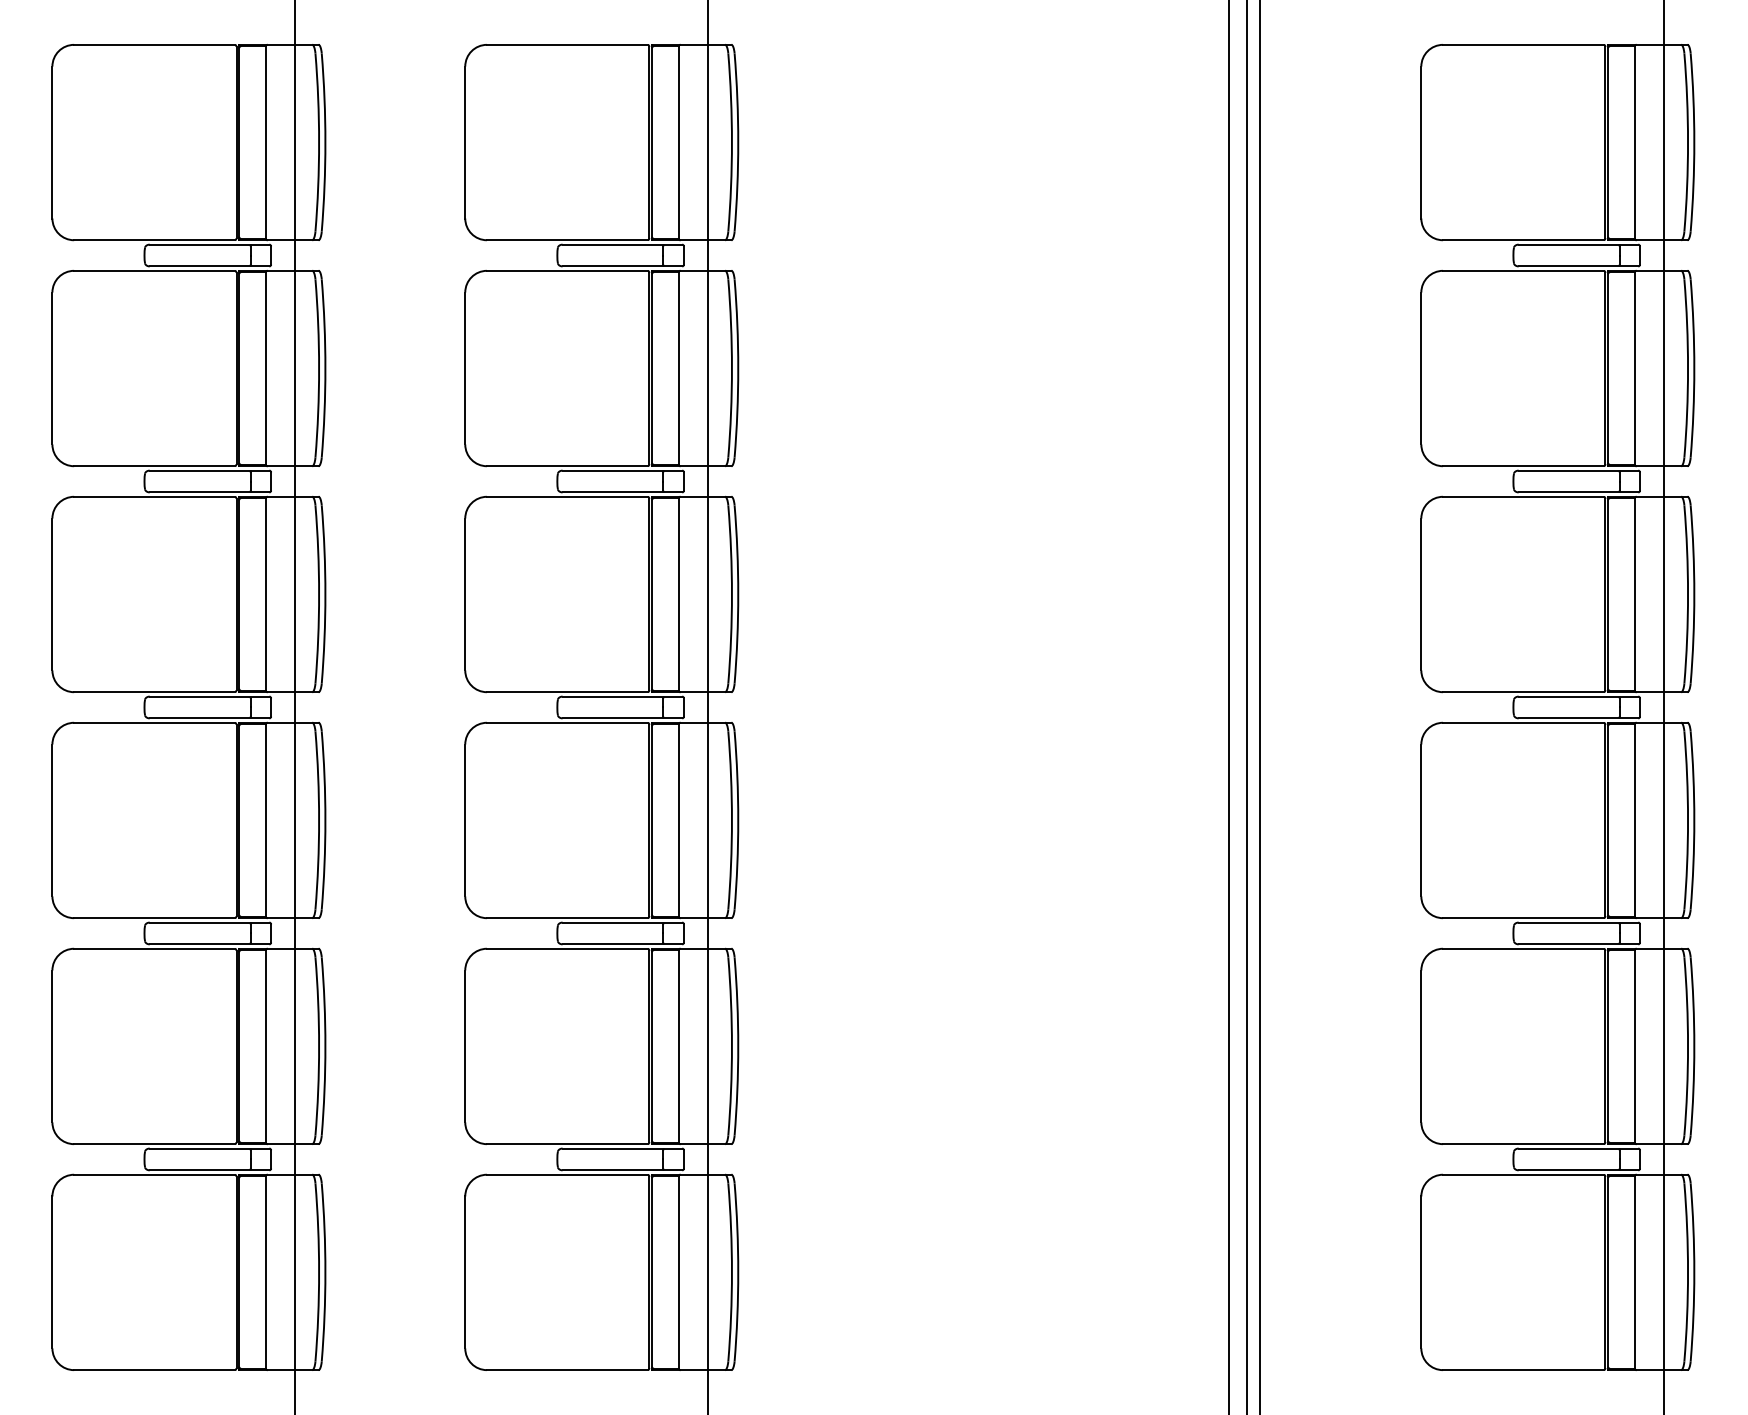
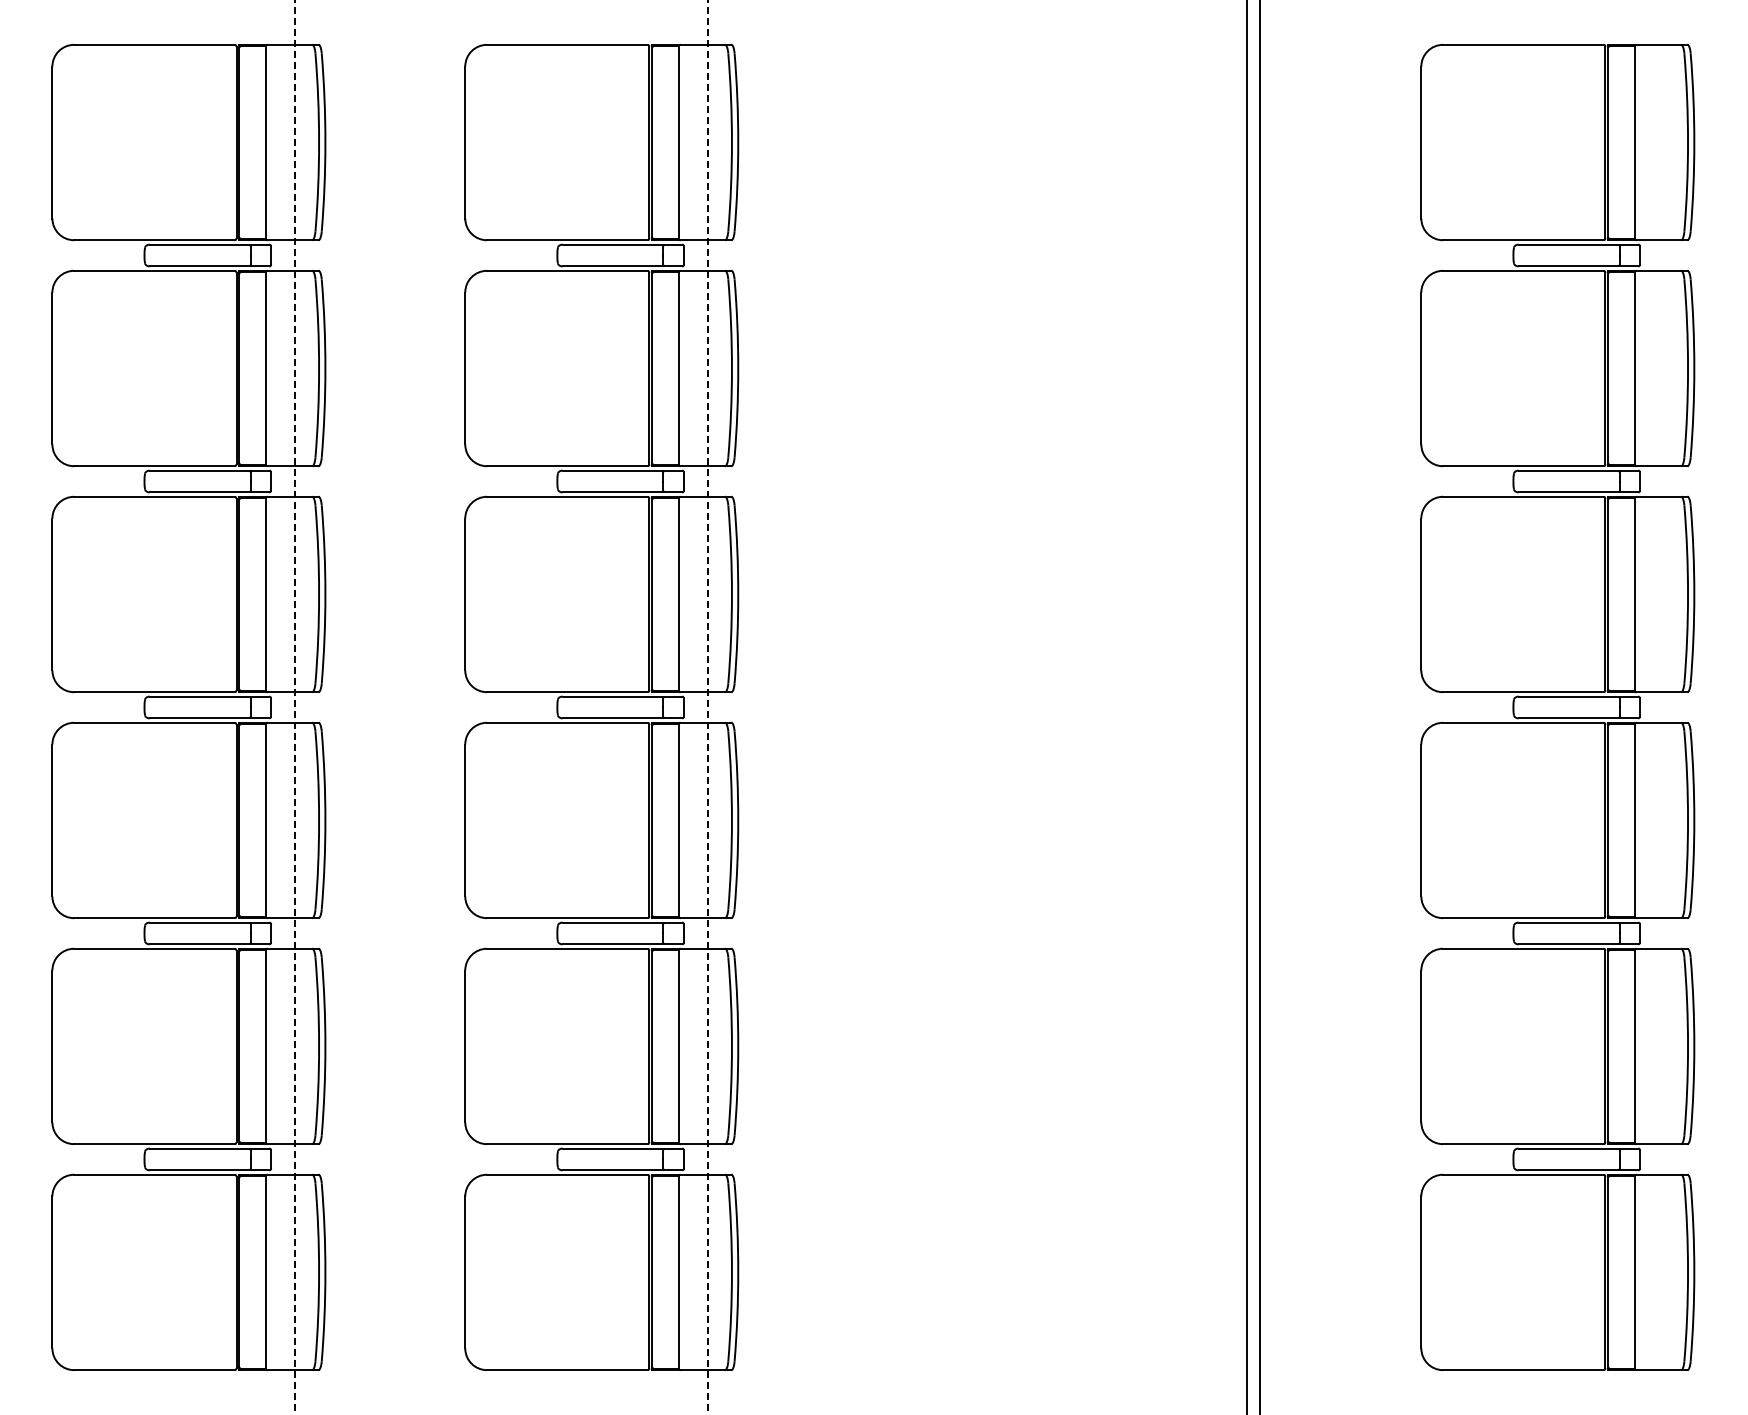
line at (1229, 706): present -> none
line at (1663, 706): present -> none
line at (295, 707): solid -> dashed
line at (707, 707): solid -> dashed
